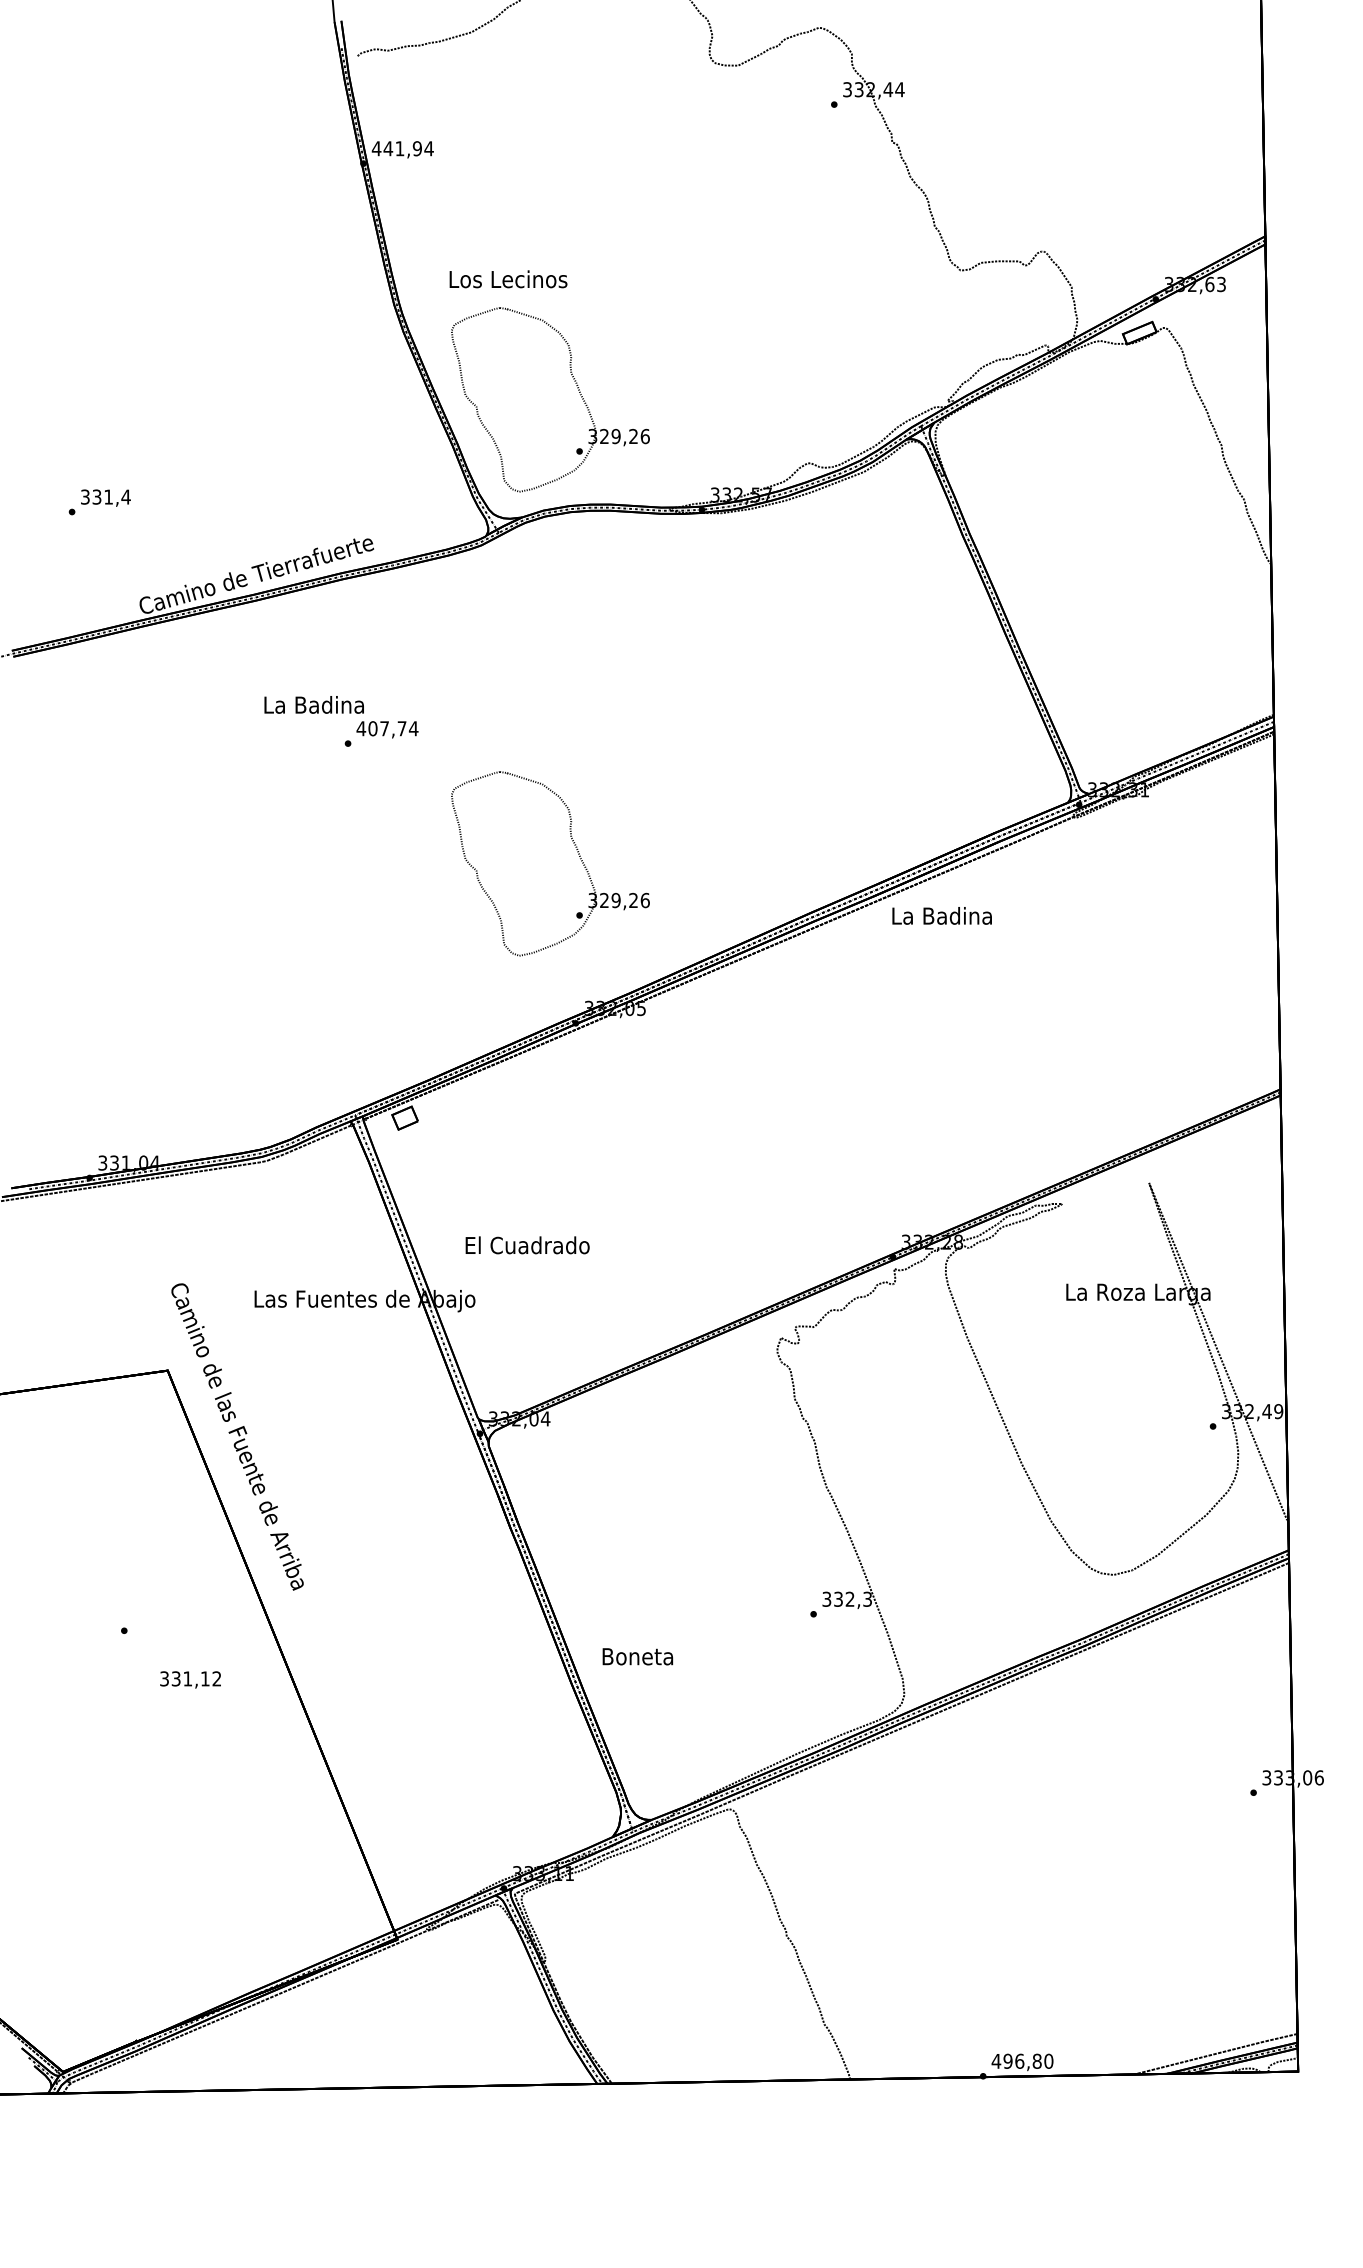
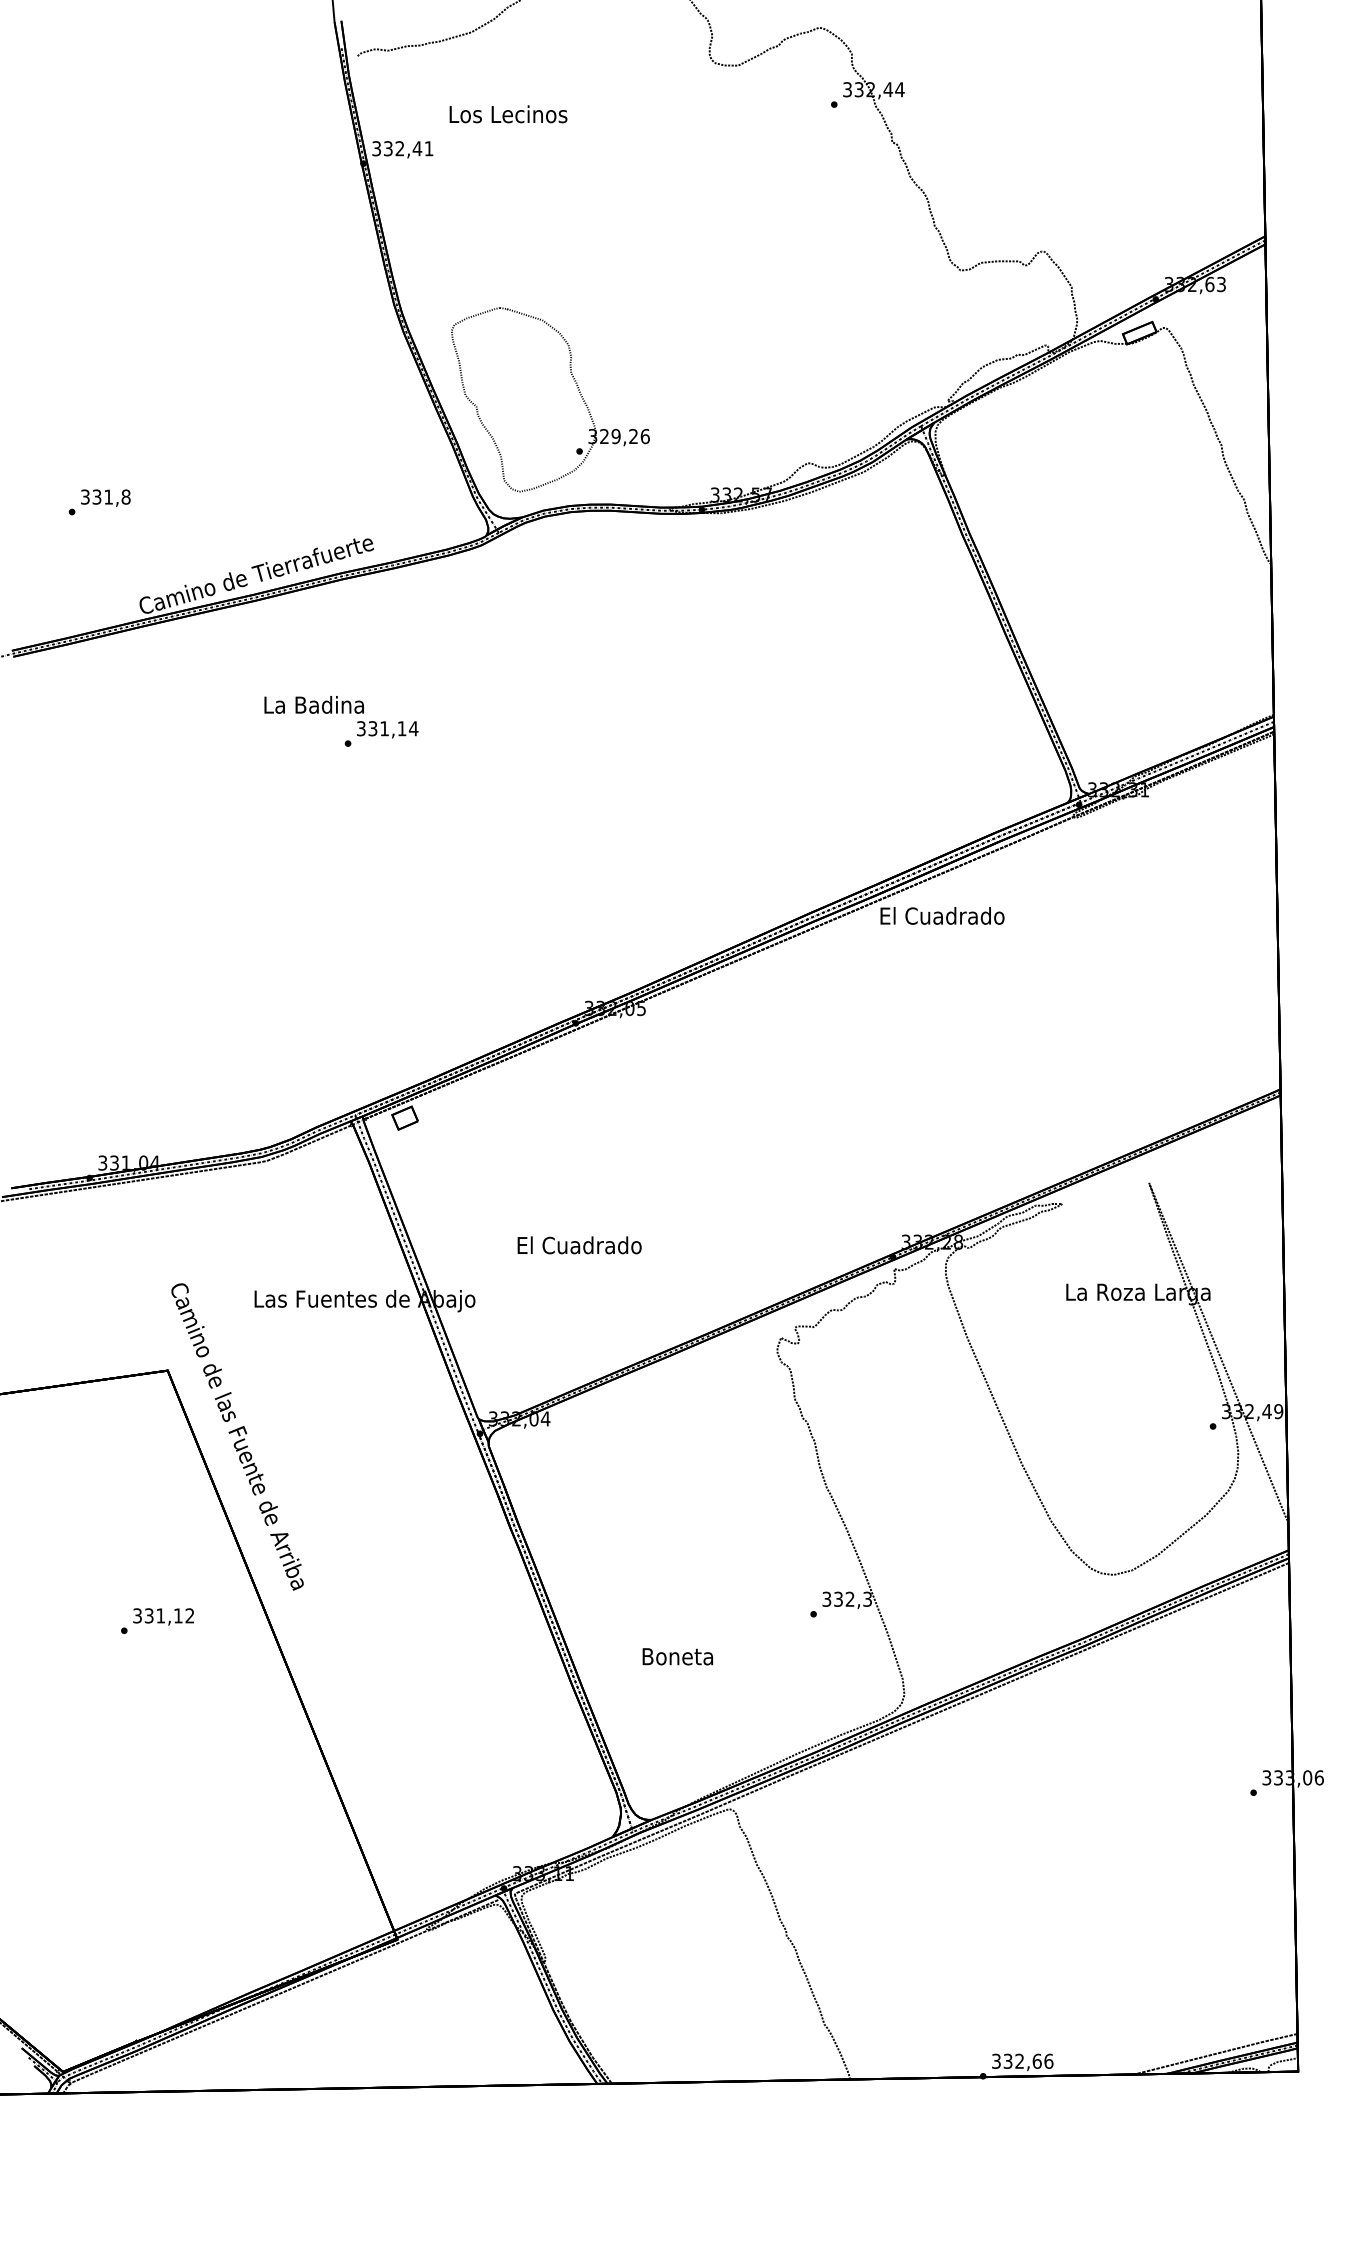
text at (402, 148): 441,94 -> 332,41
text at (508, 279) position: (508, 279) -> (508, 114)
text at (125, 496): 331,4 -> 331,8
text at (381, 728): 407,74 -> 331,14
part at (577, 852): present -> none
text at (942, 915): La Badina -> El Cuadrado
text at (527, 1245) position: (527, 1245) -> (579, 1245)
text at (637, 1656) position: (637, 1656) -> (677, 1656)
text at (190, 1679) position: (190, 1679) -> (163, 1616)
text at (1022, 2060): 496,80 -> 332,66
